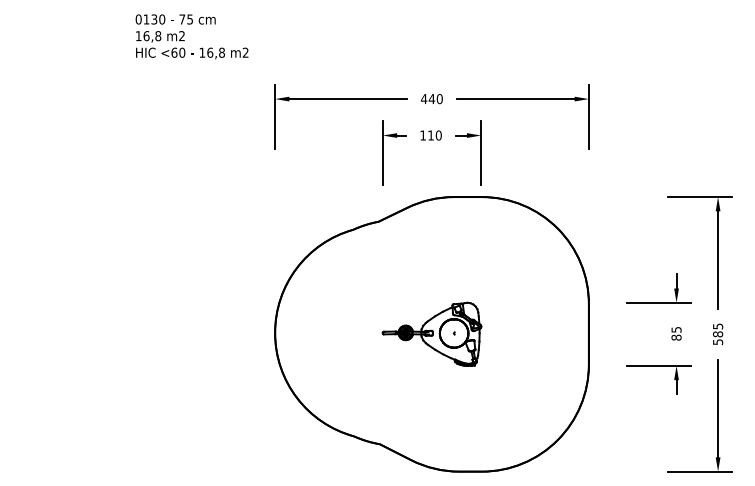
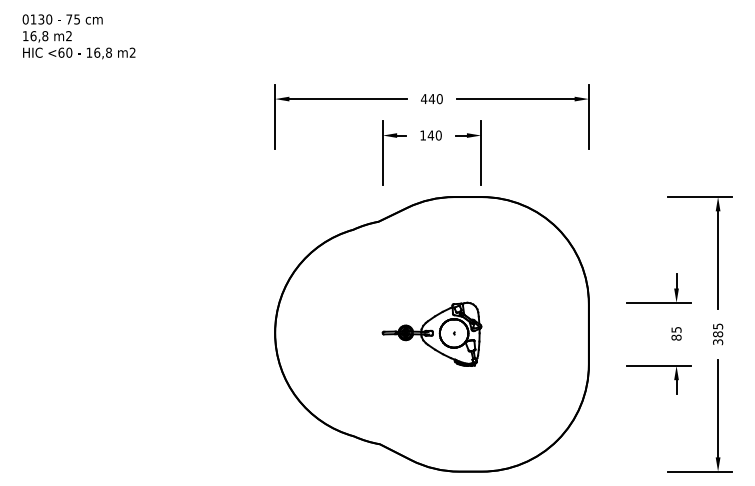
text at (191, 36) position: (191, 36) -> (78, 36)
text at (430, 135): 110 -> 140
text at (717, 341): 585 -> 385
